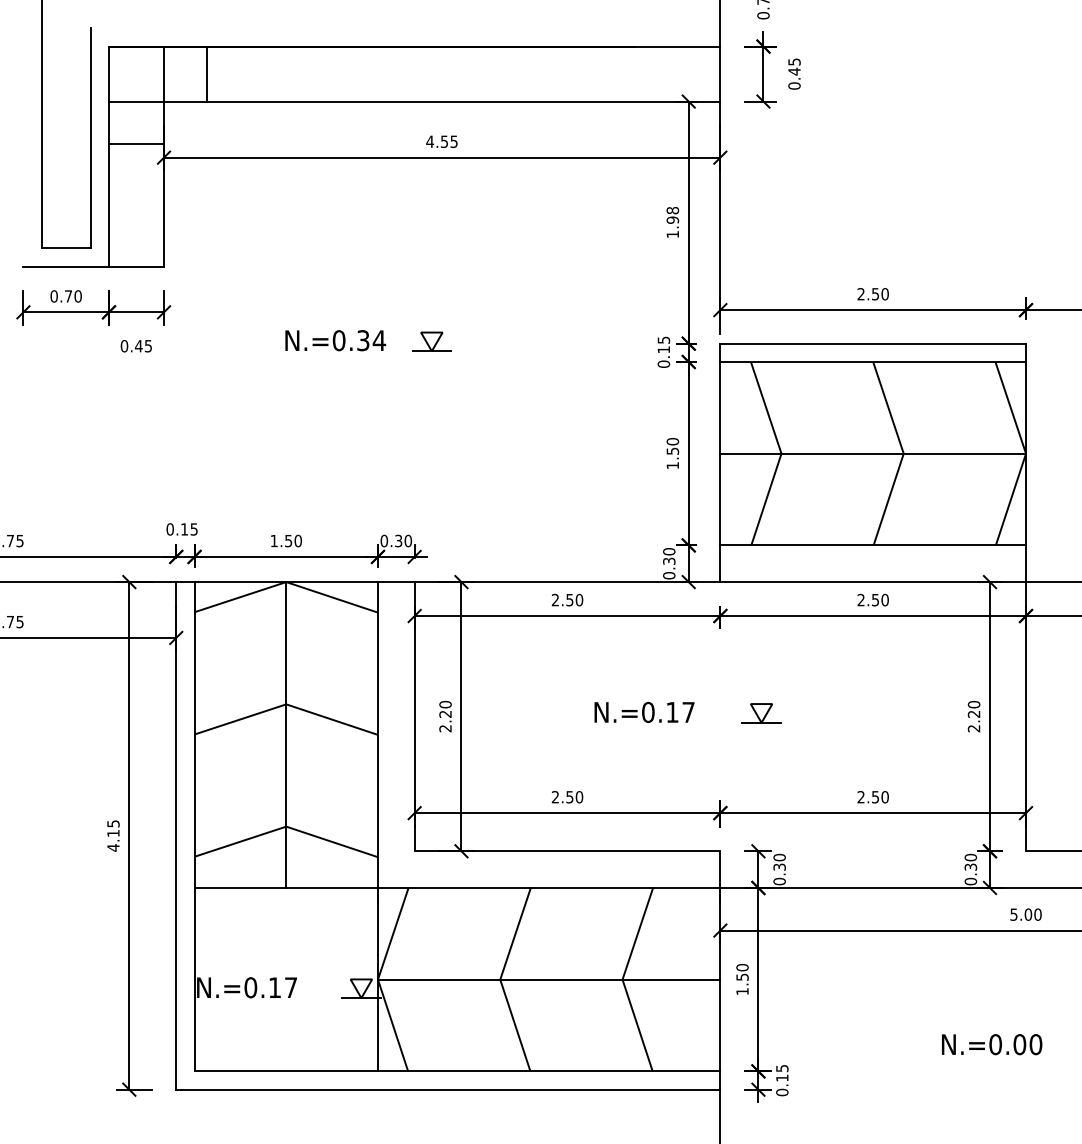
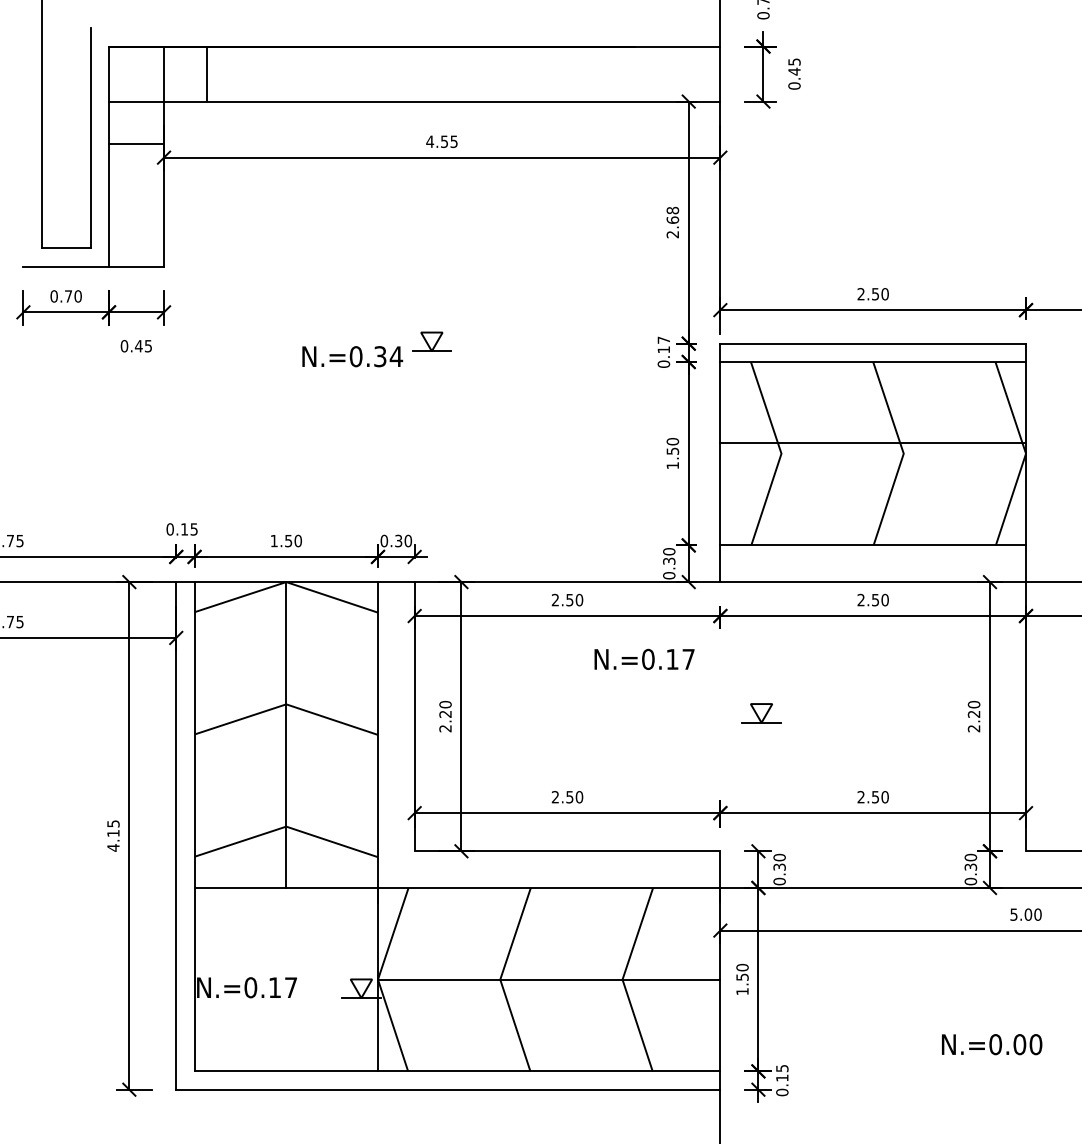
text at (672, 227): 1.98 -> 2.68
text at (663, 339): 0.15 -> 0.17
text at (335, 340) position: (335, 340) -> (352, 356)
line at (873, 453) position: (873, 453) -> (873, 442)
text at (644, 711) position: (644, 711) -> (644, 658)
